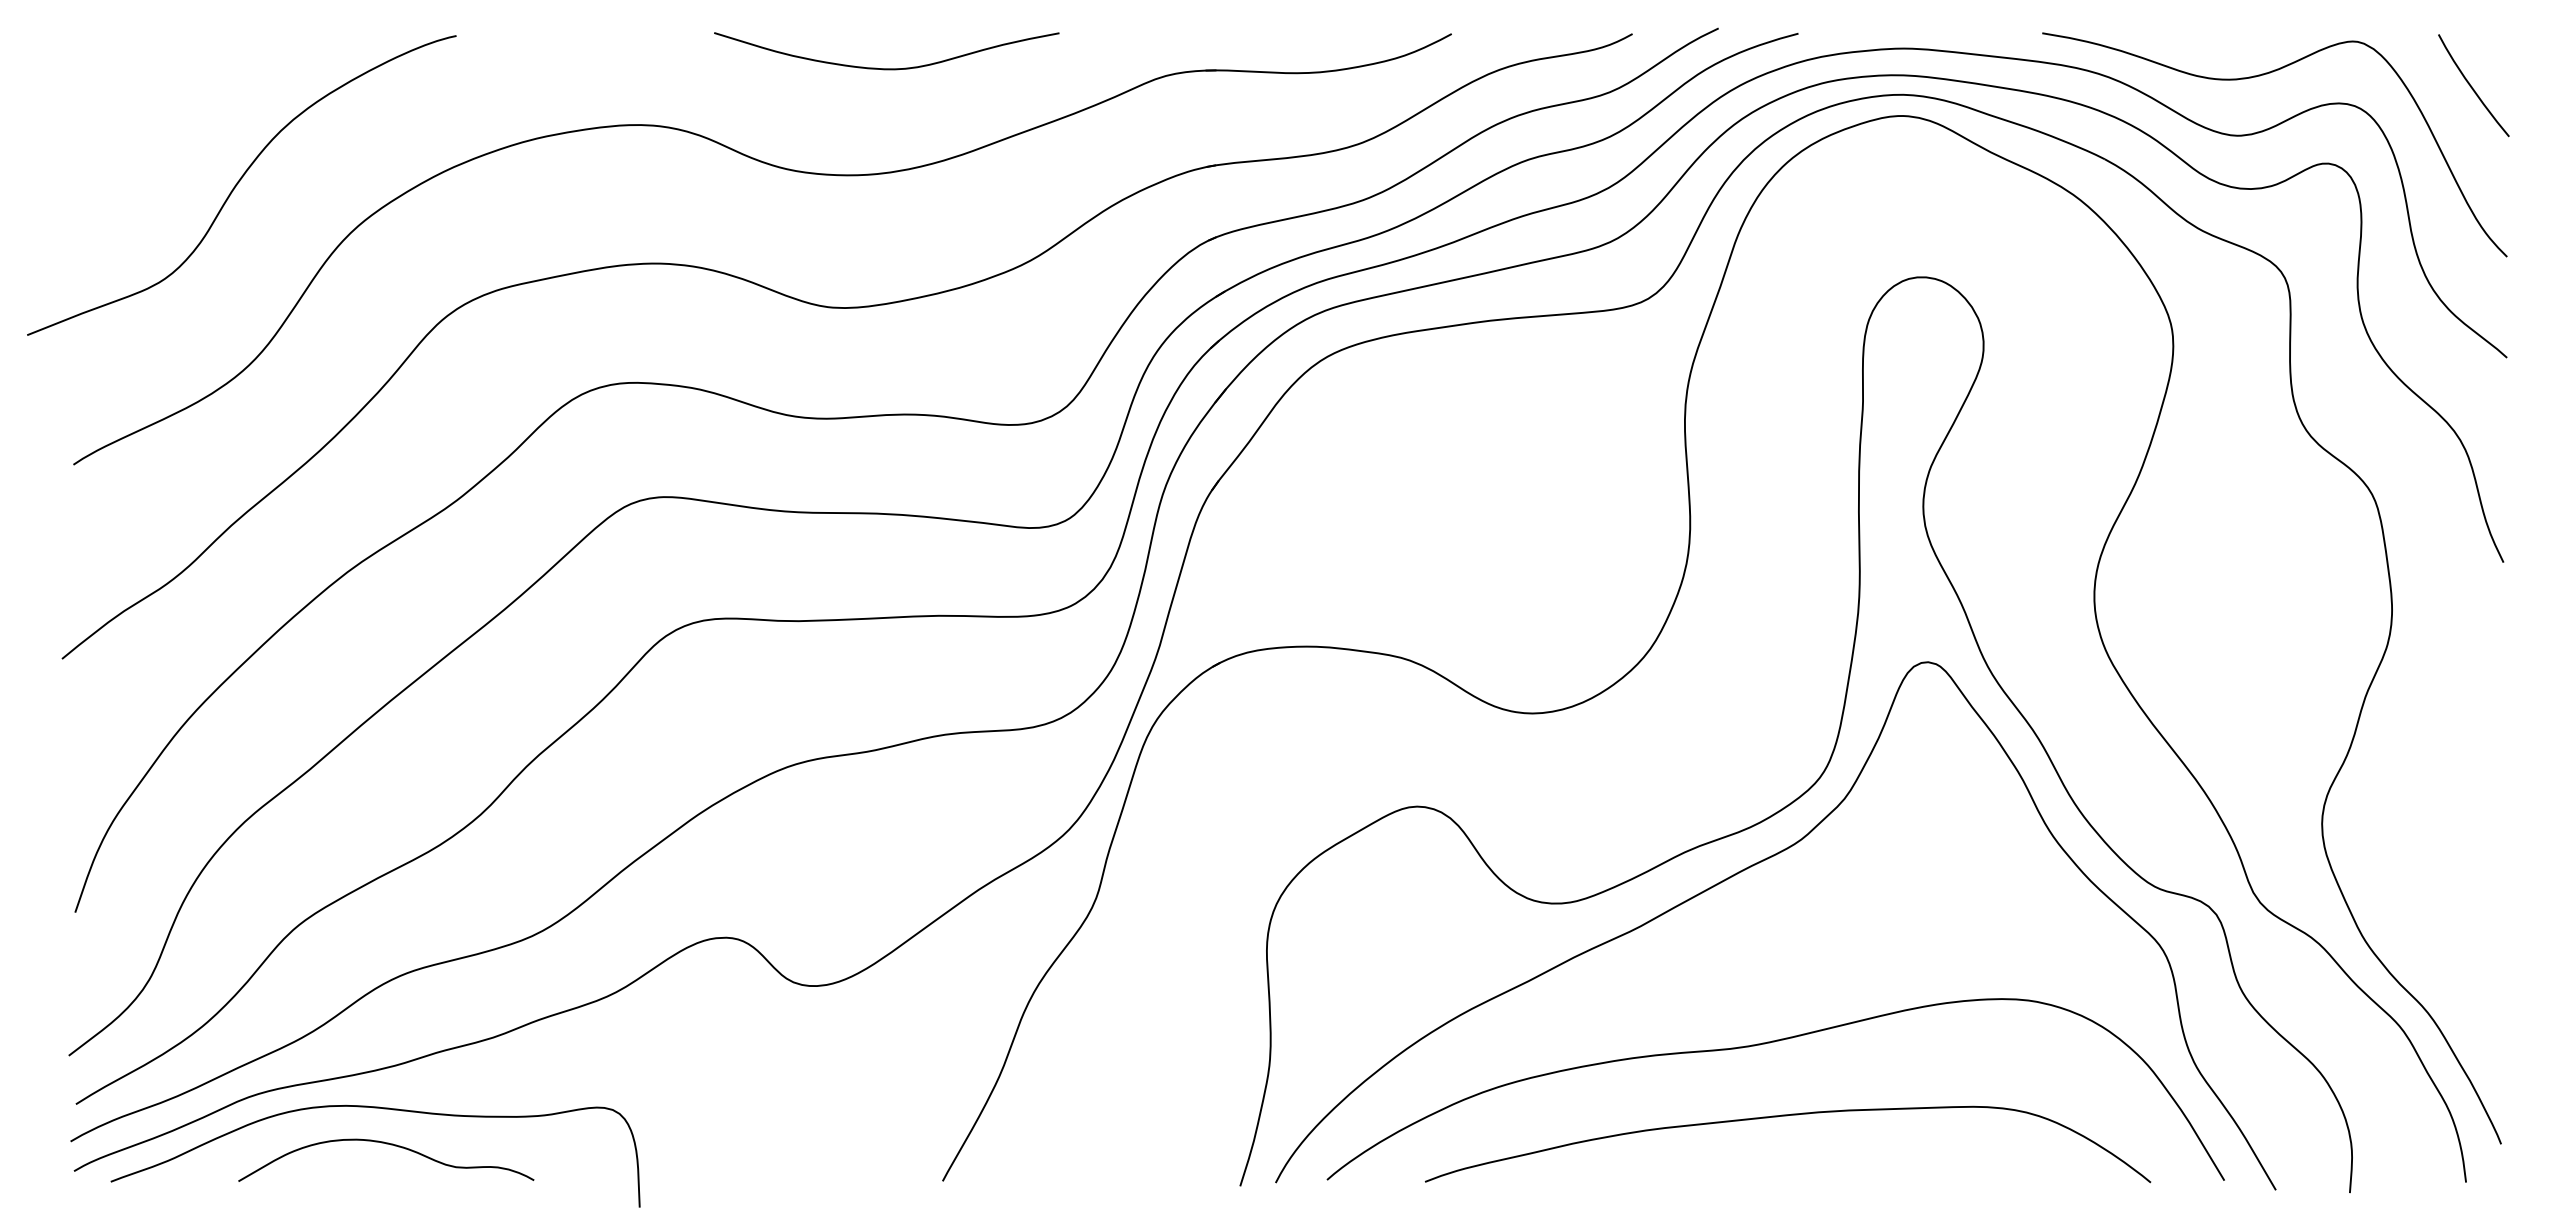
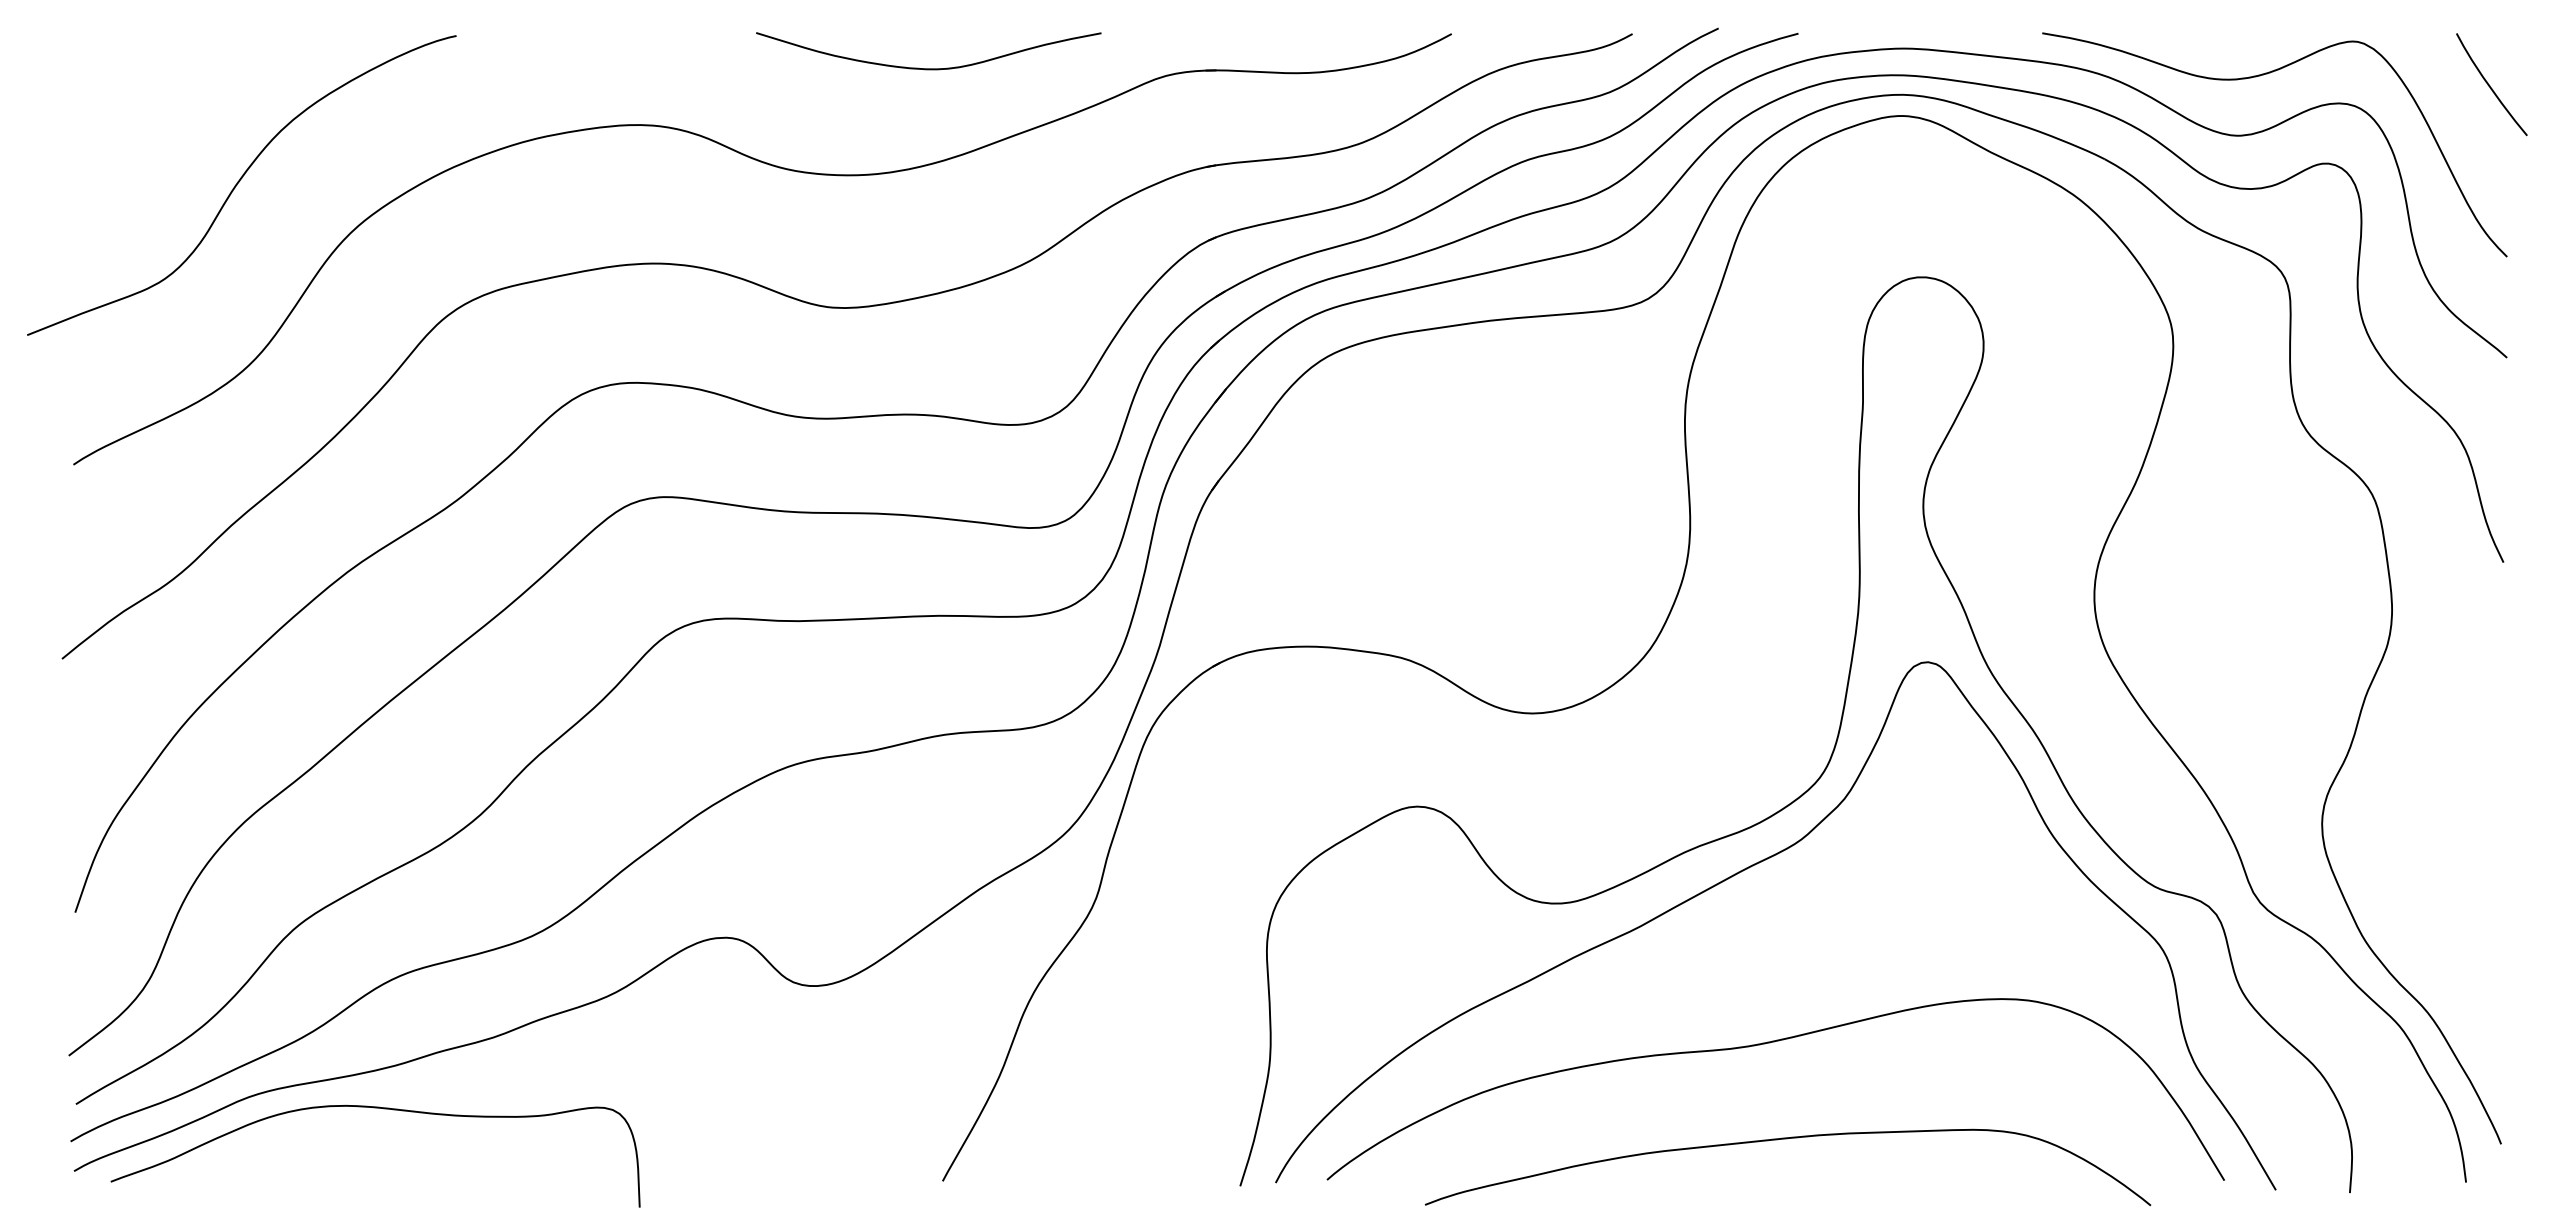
curve at (886, 68) position: (886, 68) -> (928, 68)
curve at (2472, 86) position: (2472, 86) -> (2490, 85)
curve at (1787, 1116) position: (1787, 1116) -> (1787, 1139)
curve at (391, 1145): present -> none
